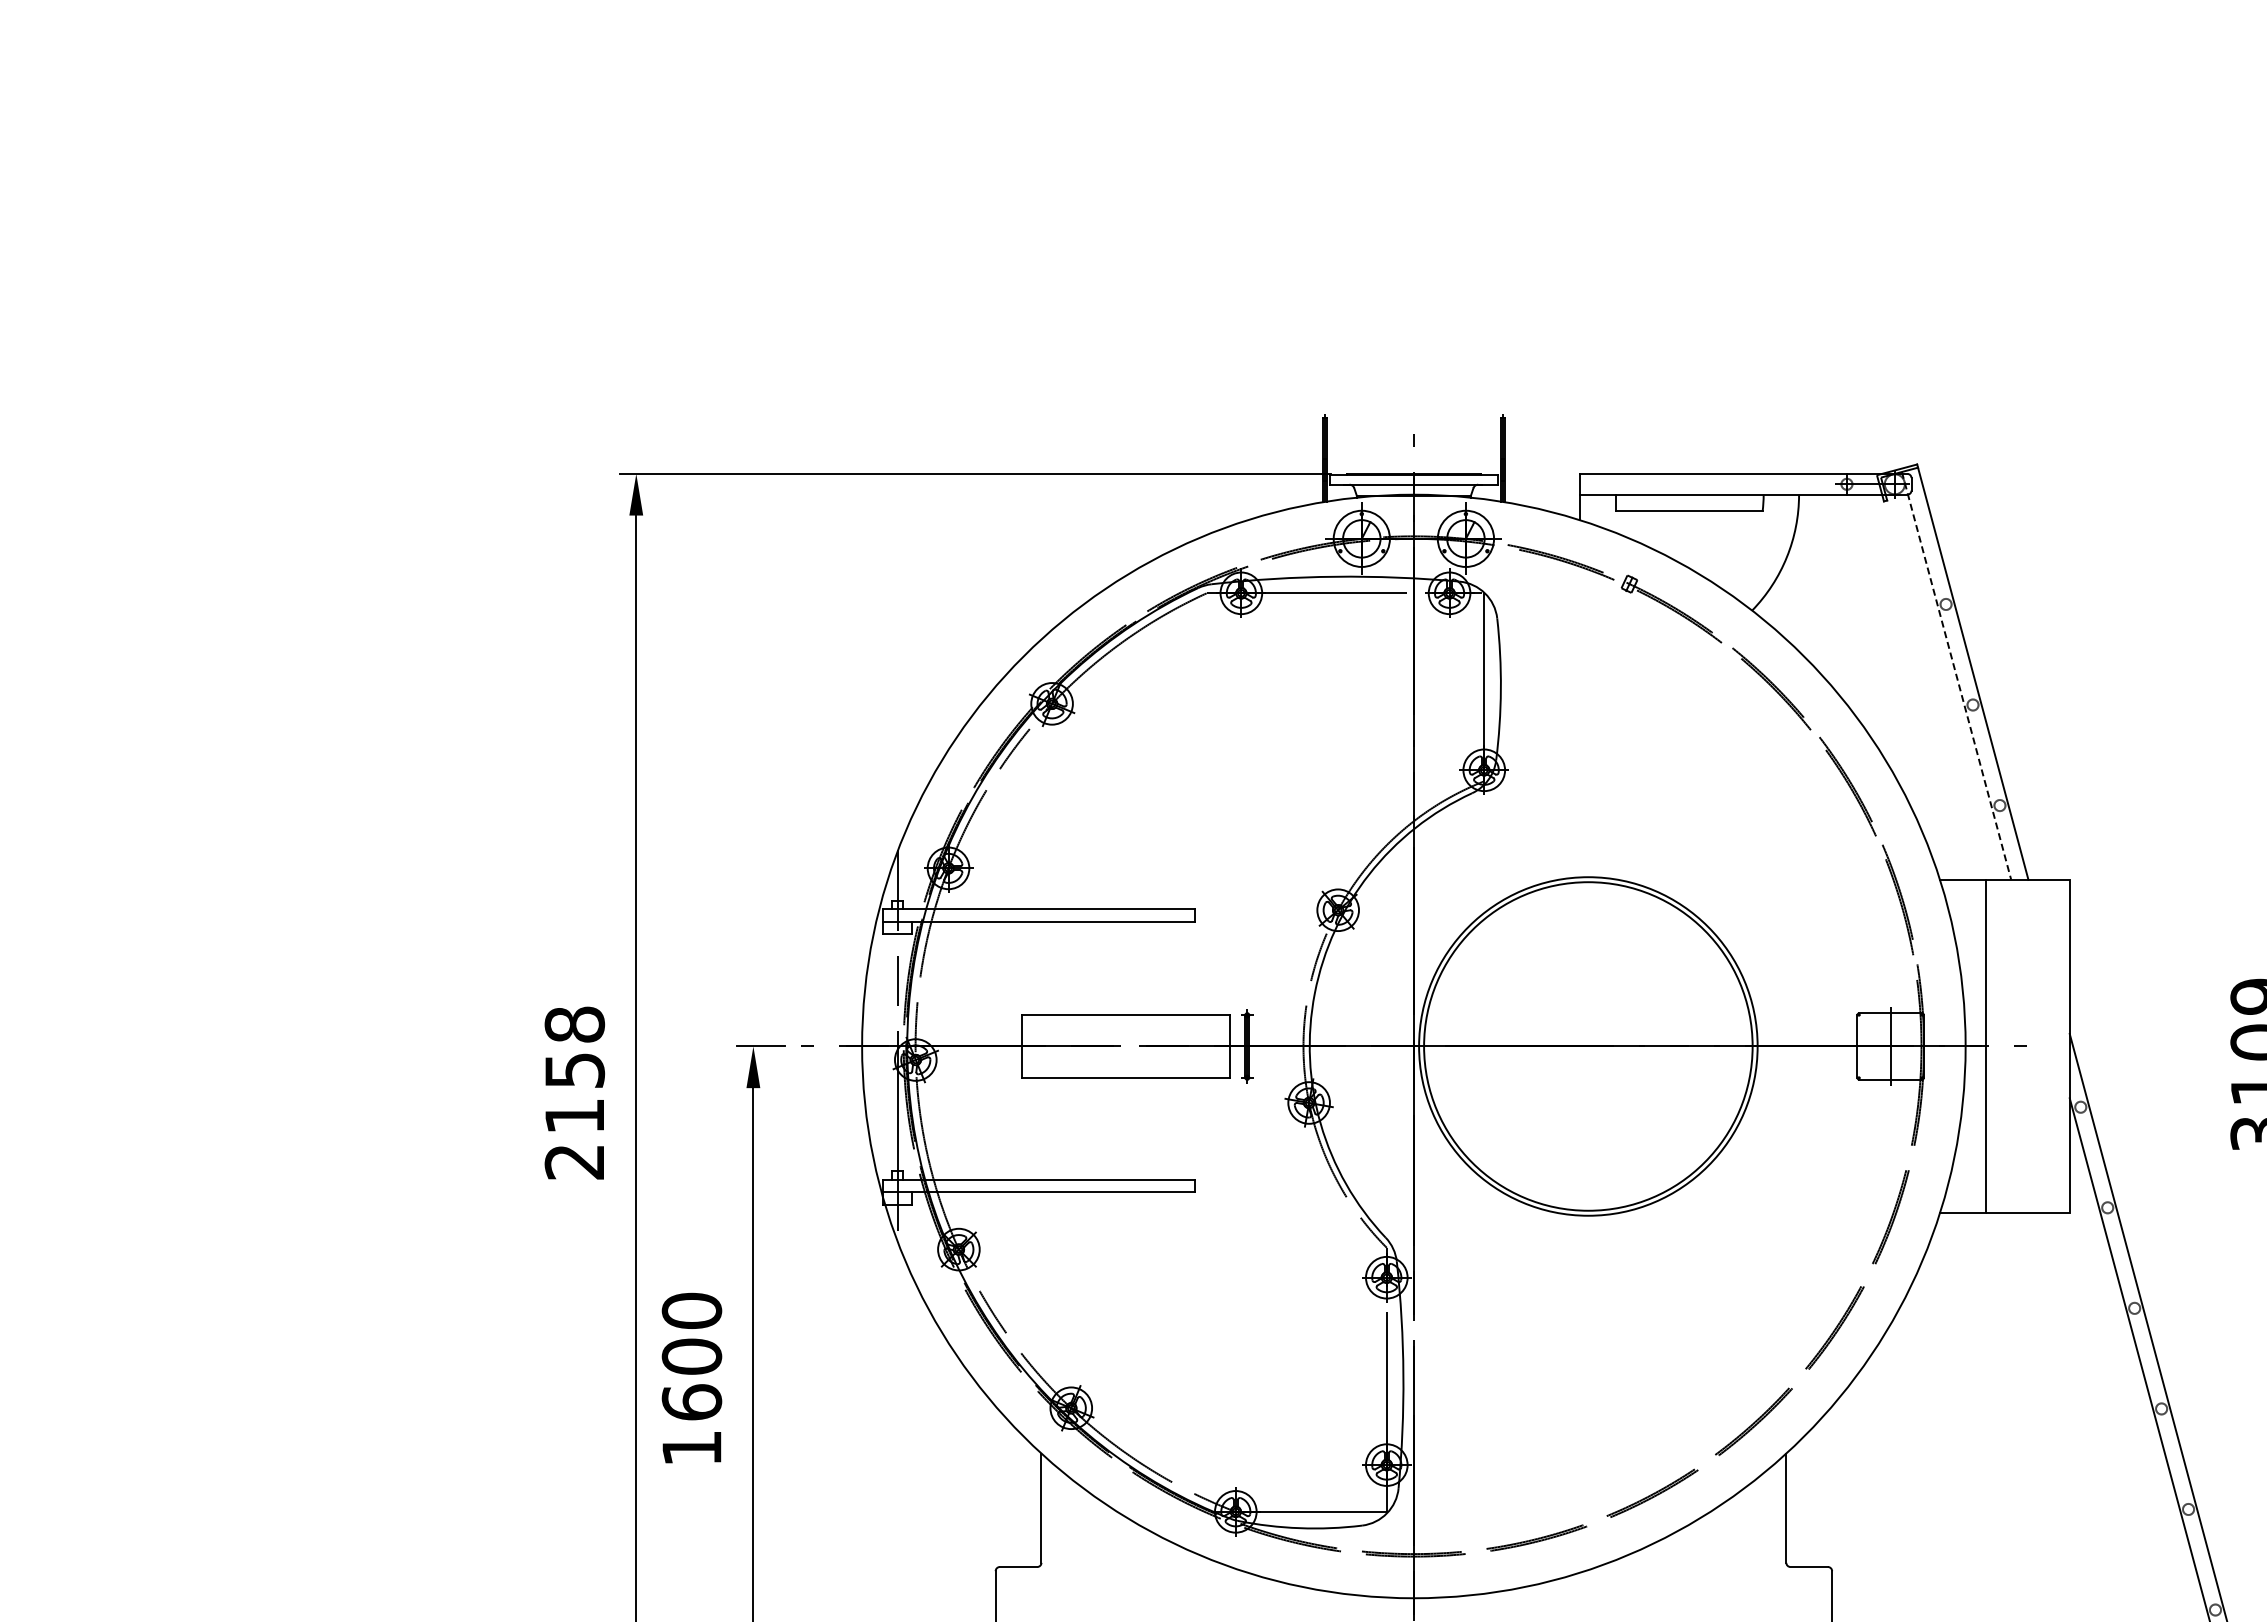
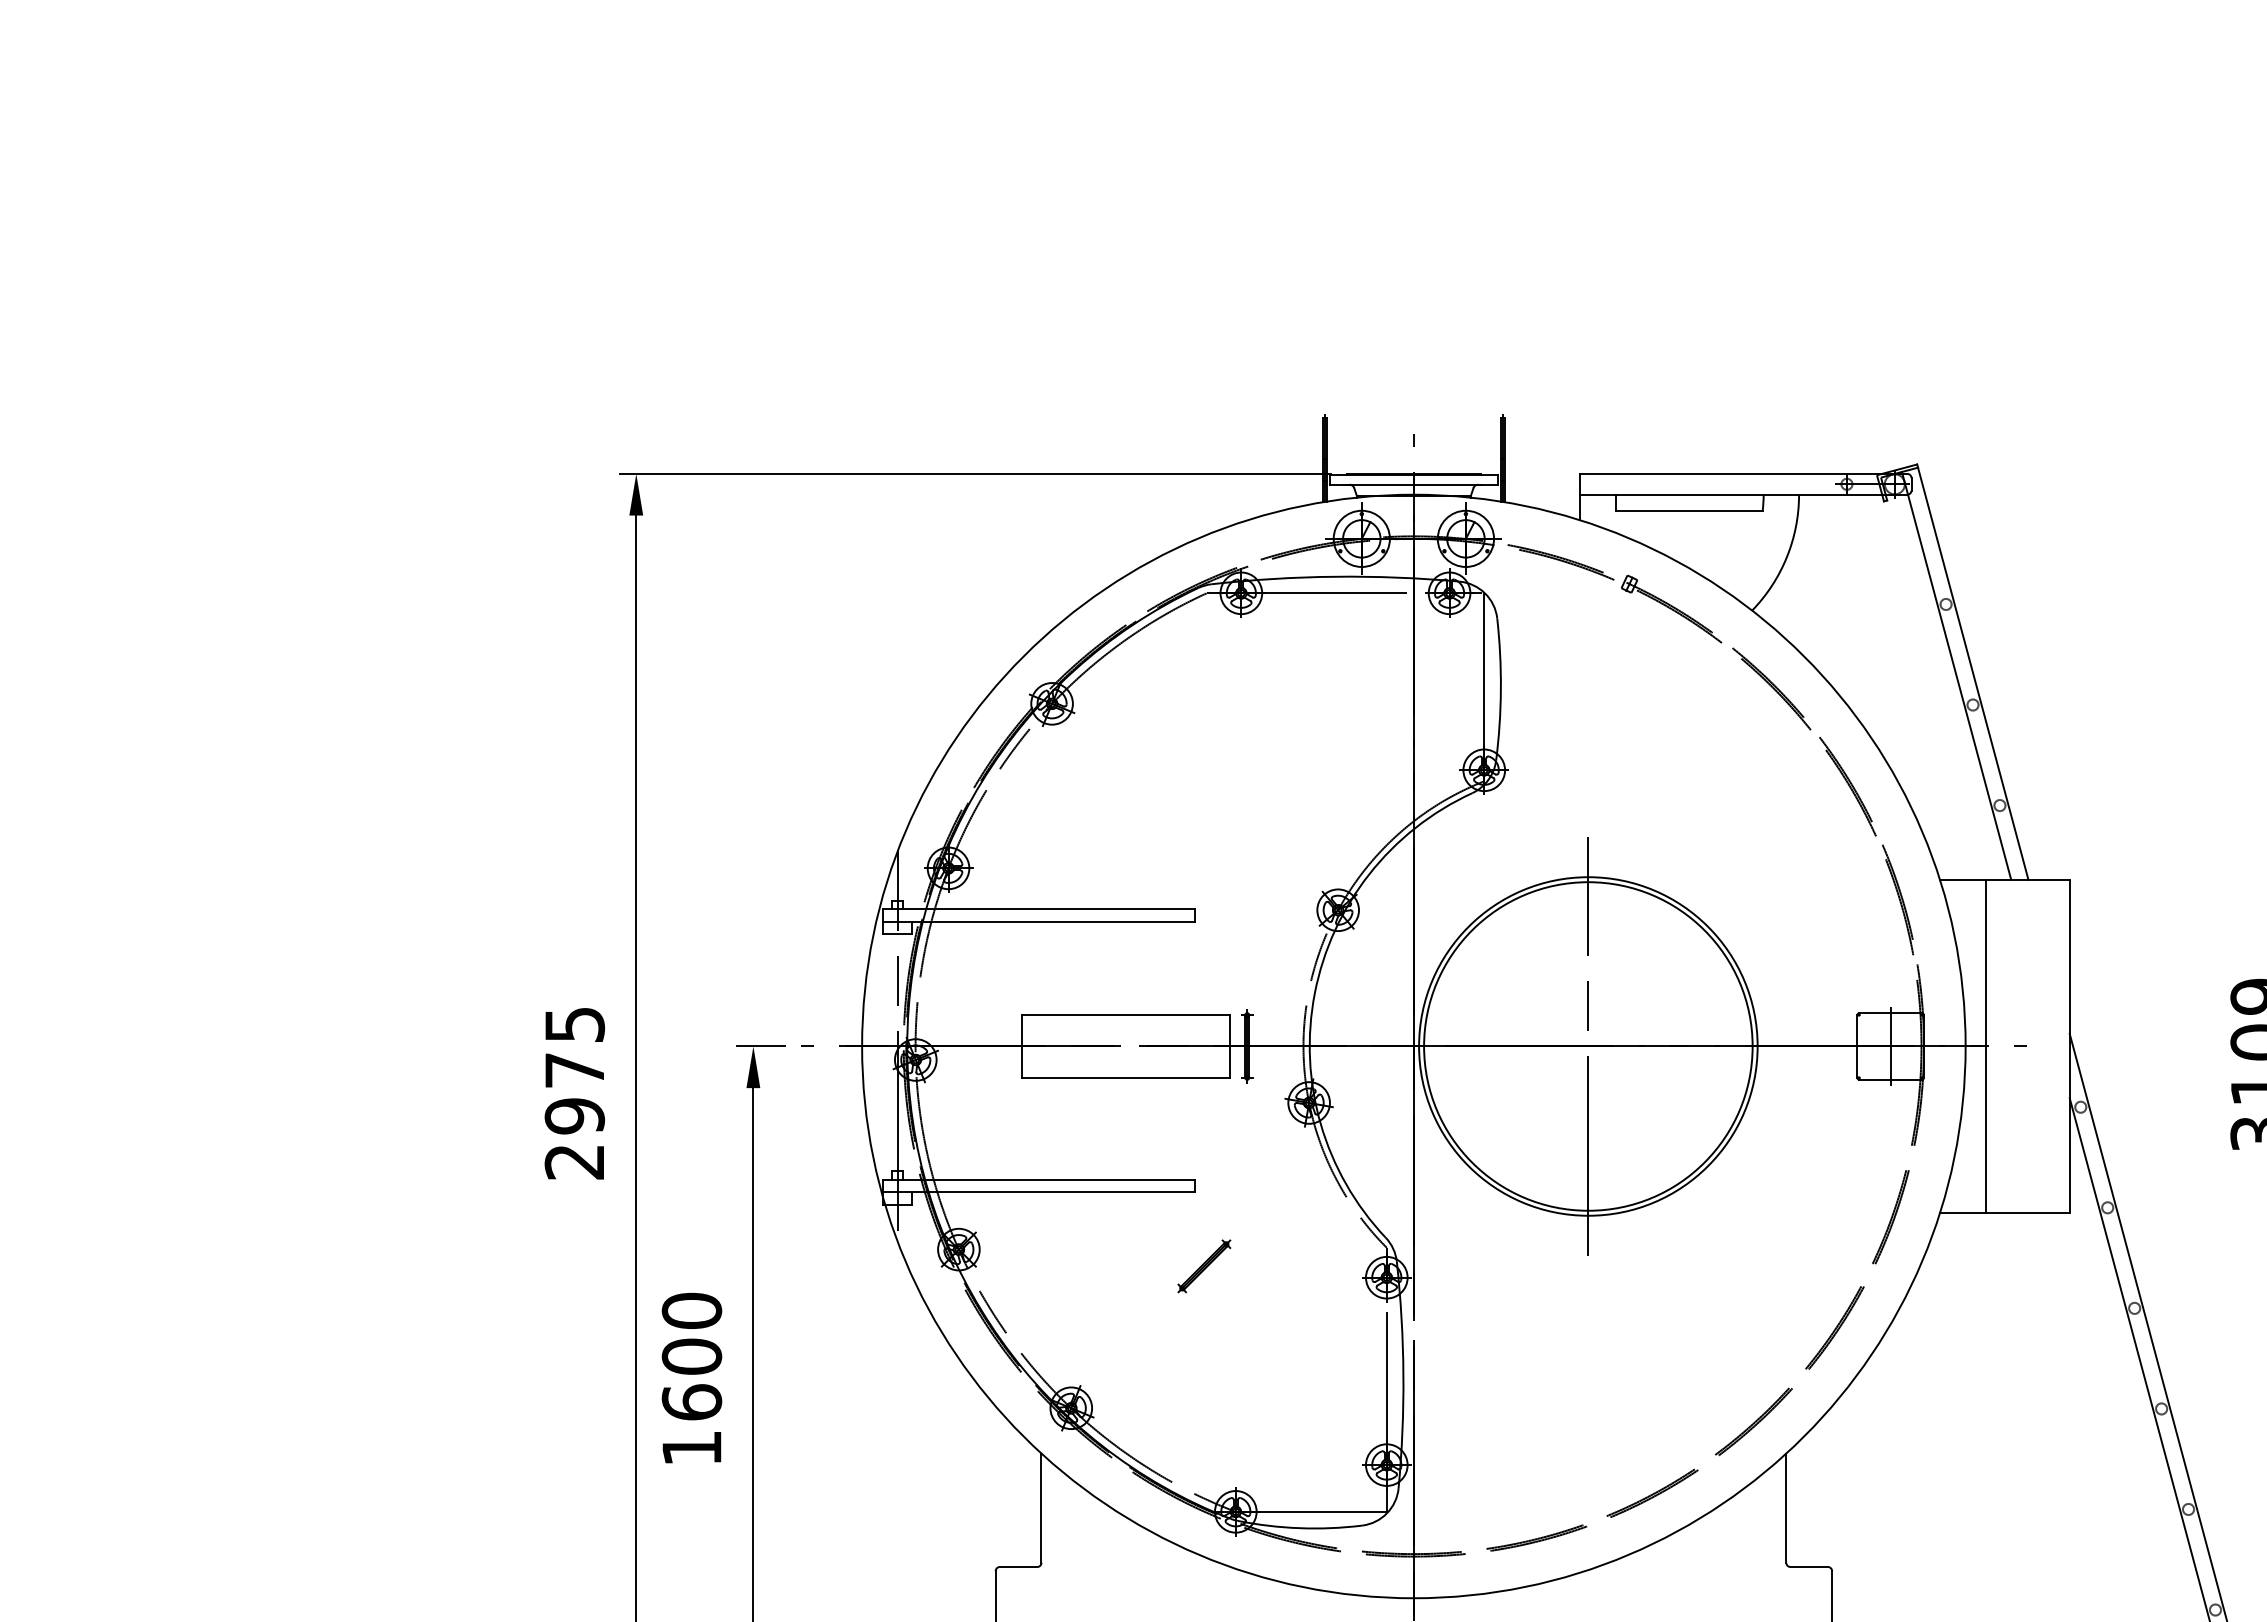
line at (1956, 676): dashed -> solid
line at (1588, 1046): none -> present
text at (574, 1070): 2158 -> 2975
part at (1204, 1266): none -> present
